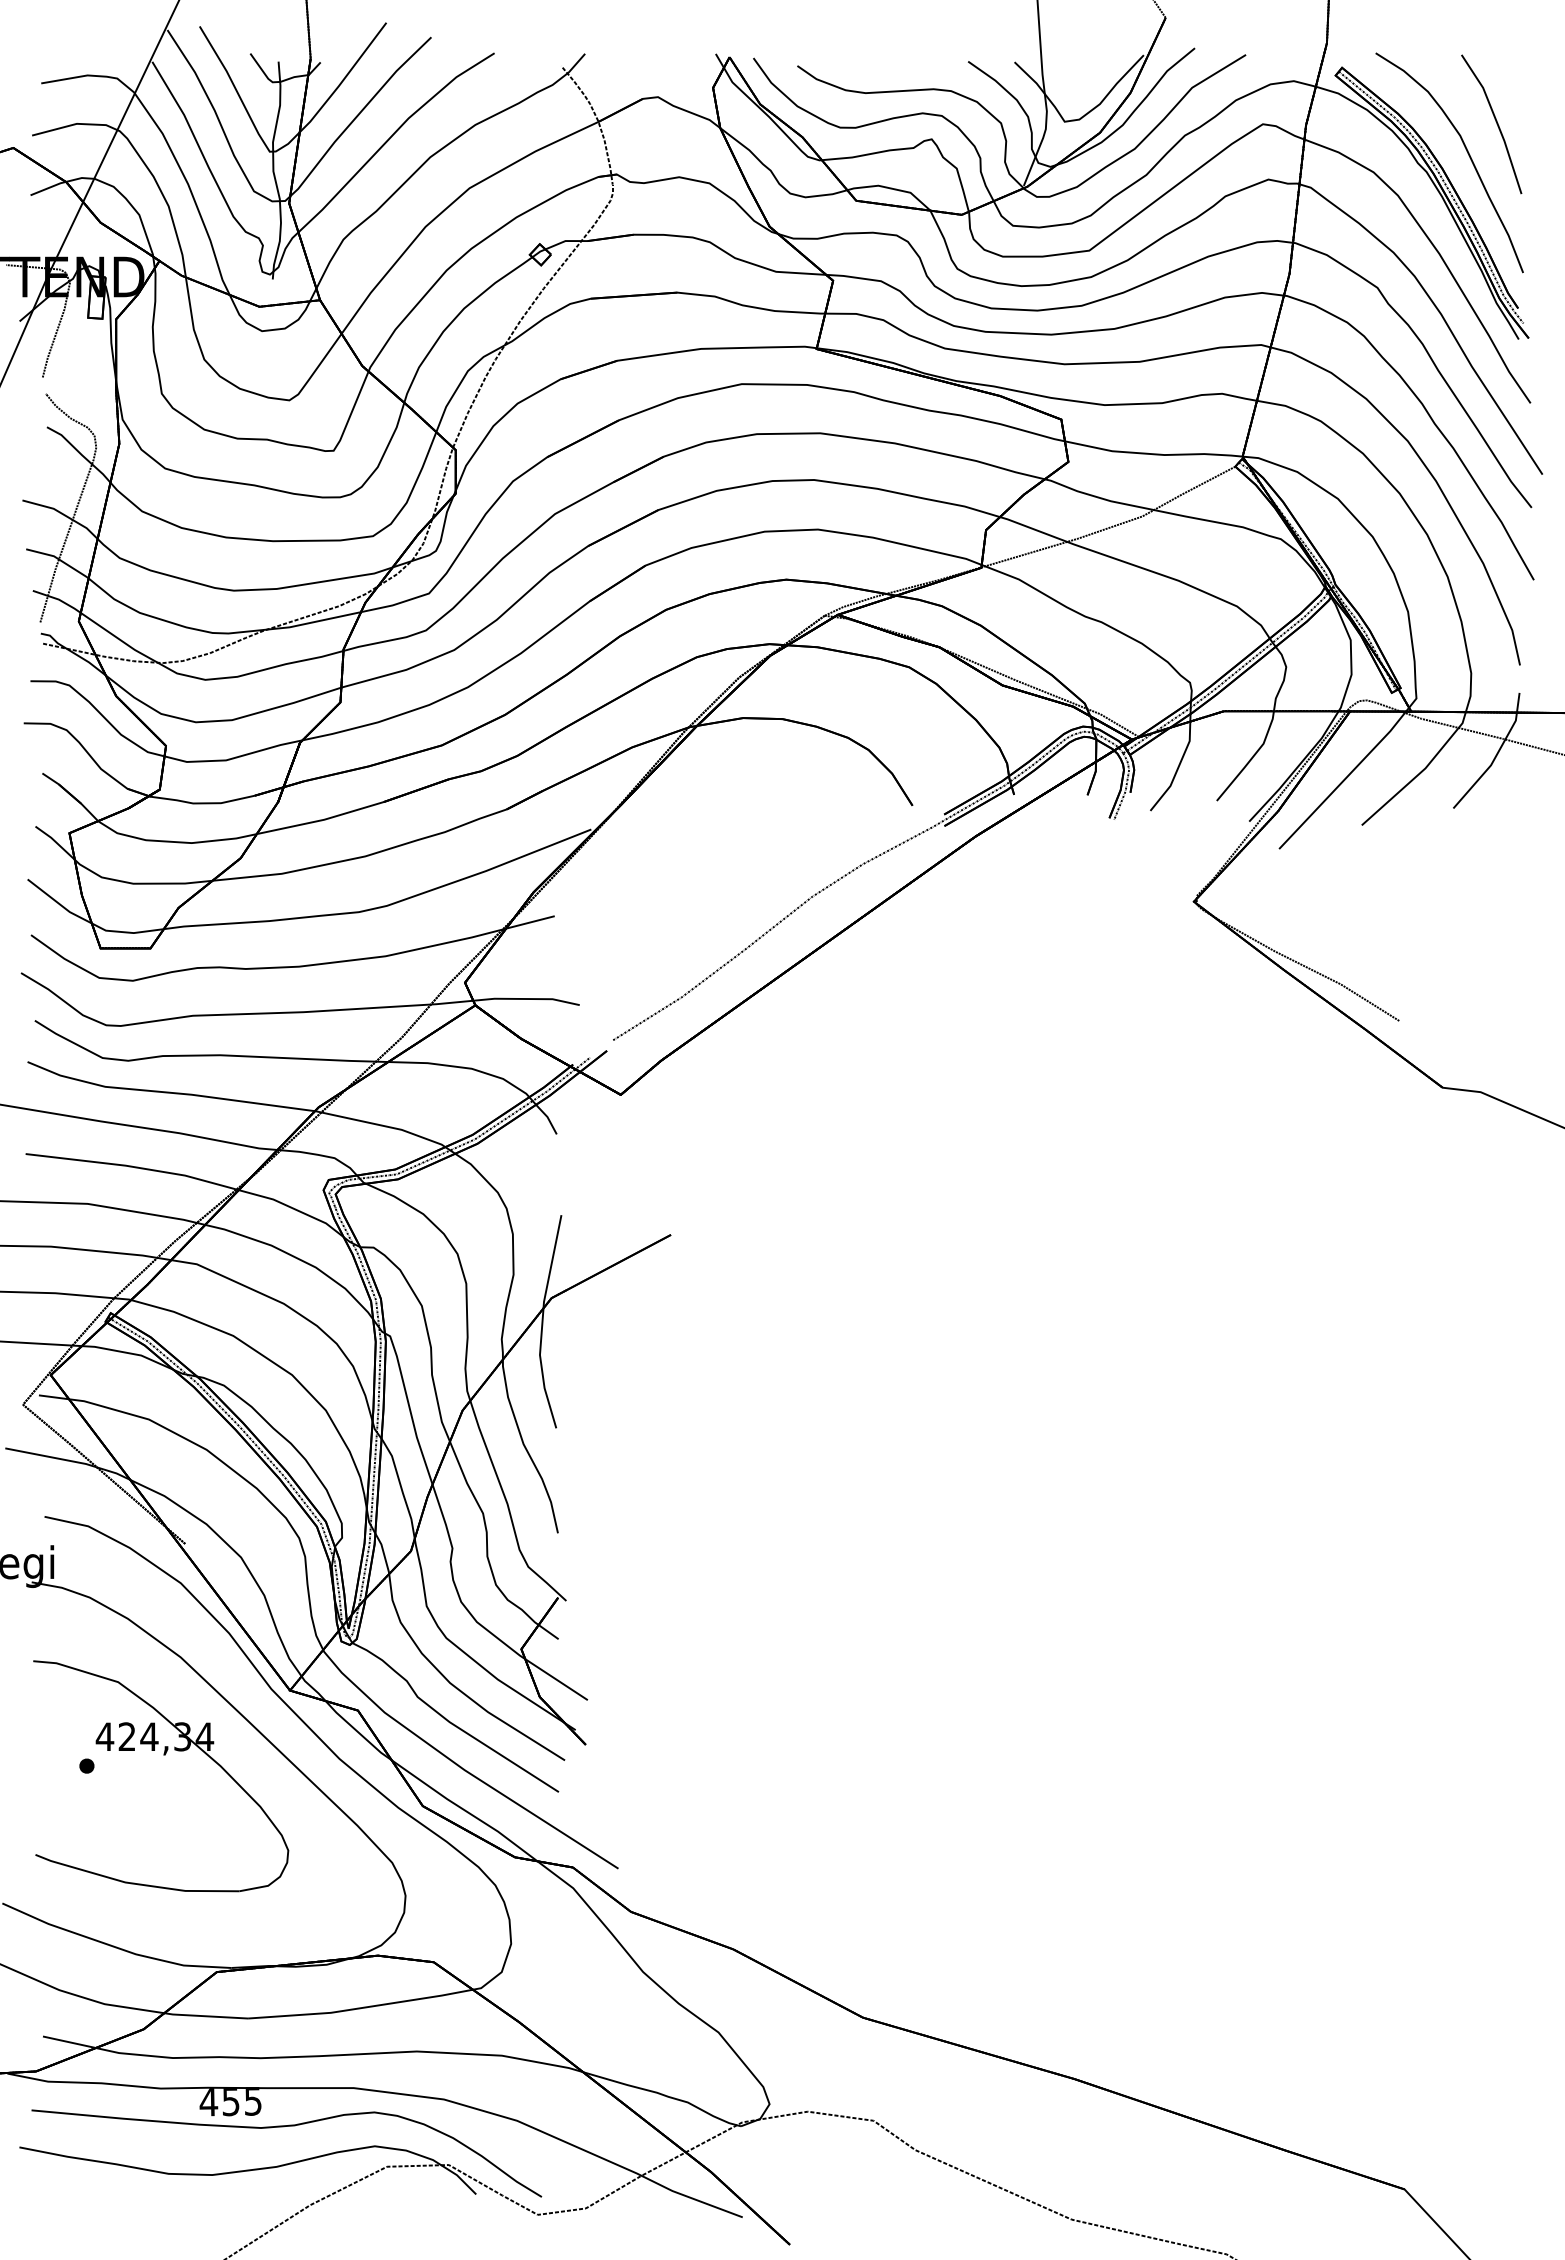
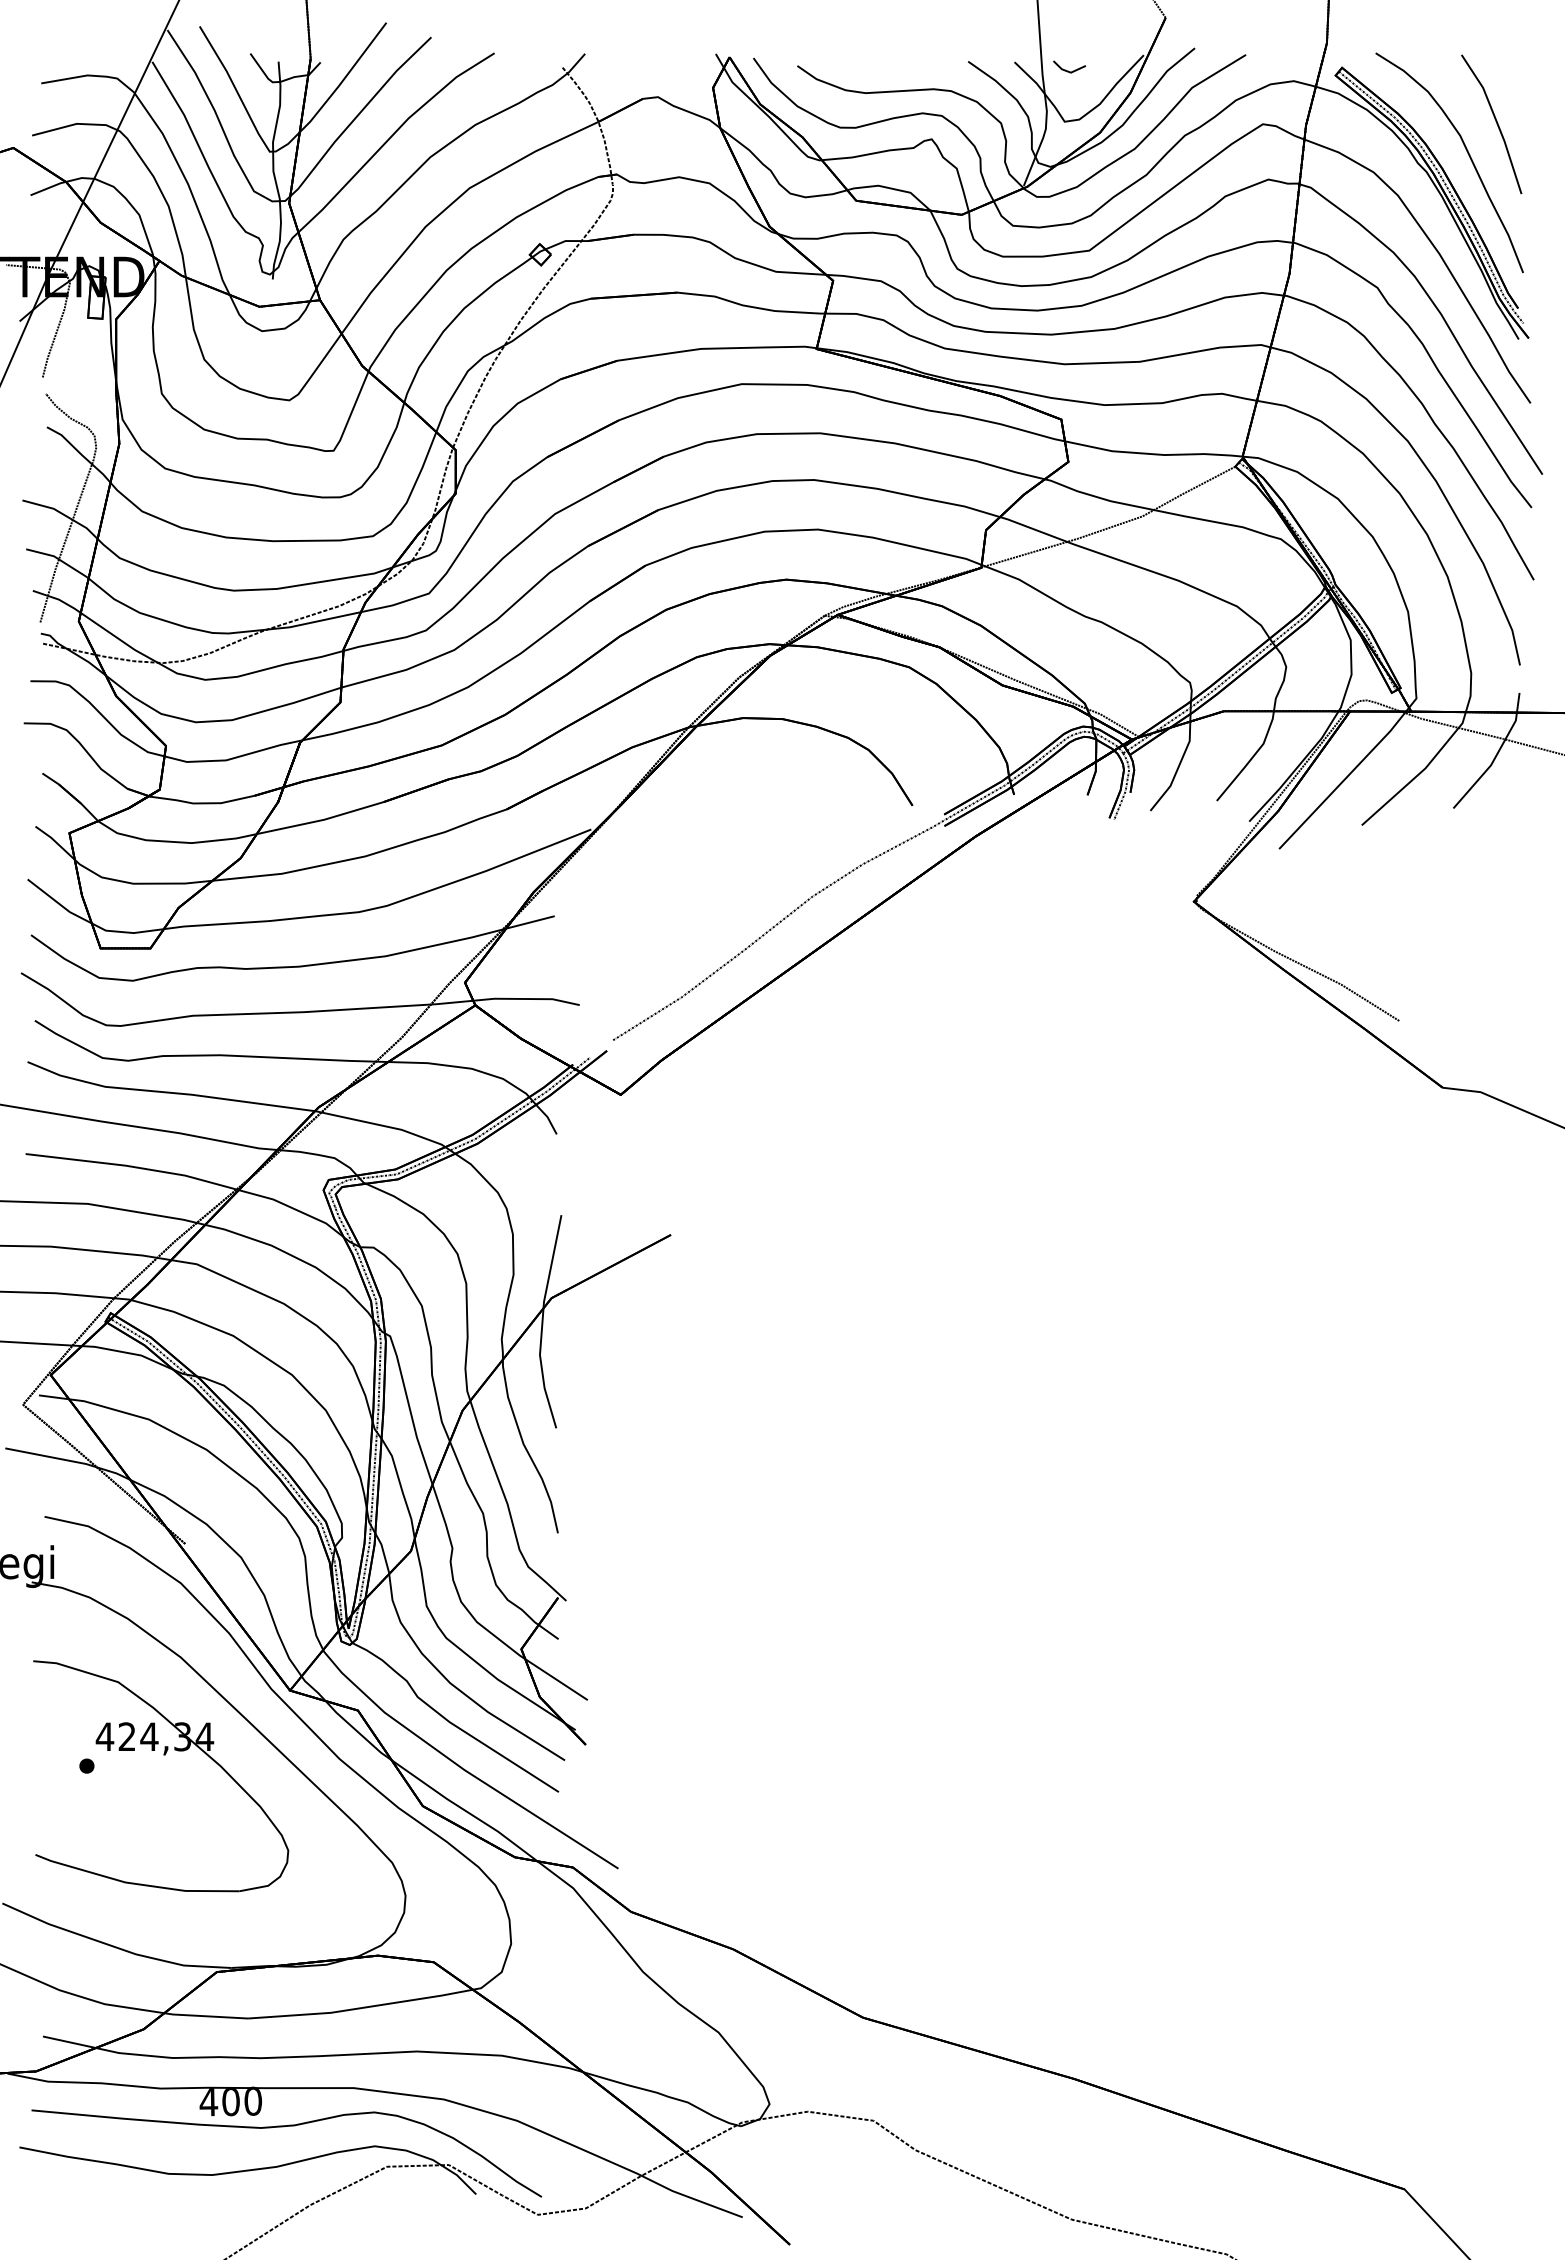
part at (1069, 66): none -> present
text at (242, 2101): 455 -> 400
